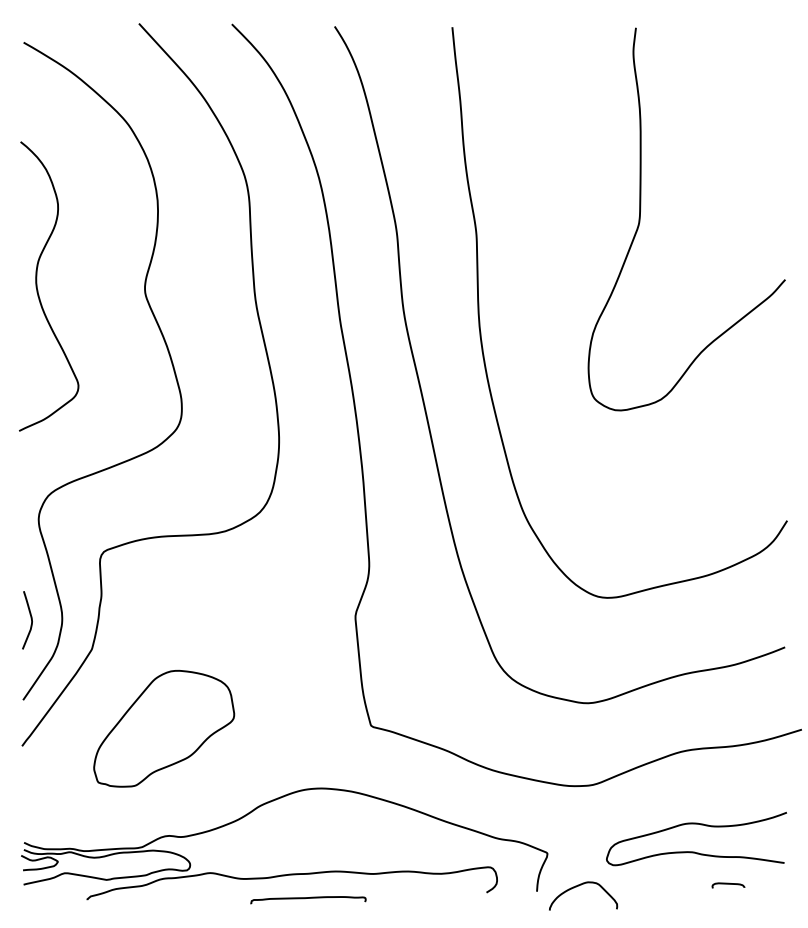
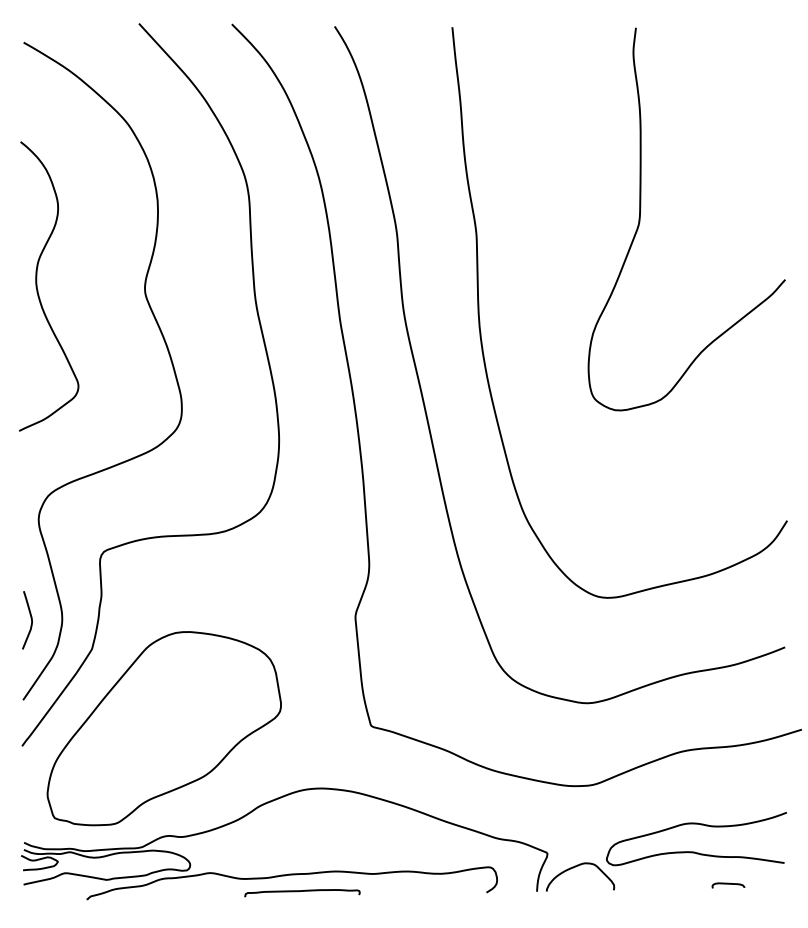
part at (164, 728) size: 143x119 px -> 236x196 px
curve at (579, 886) position: (579, 886) -> (576, 867)
curve at (308, 898) position: (308, 898) -> (302, 891)
